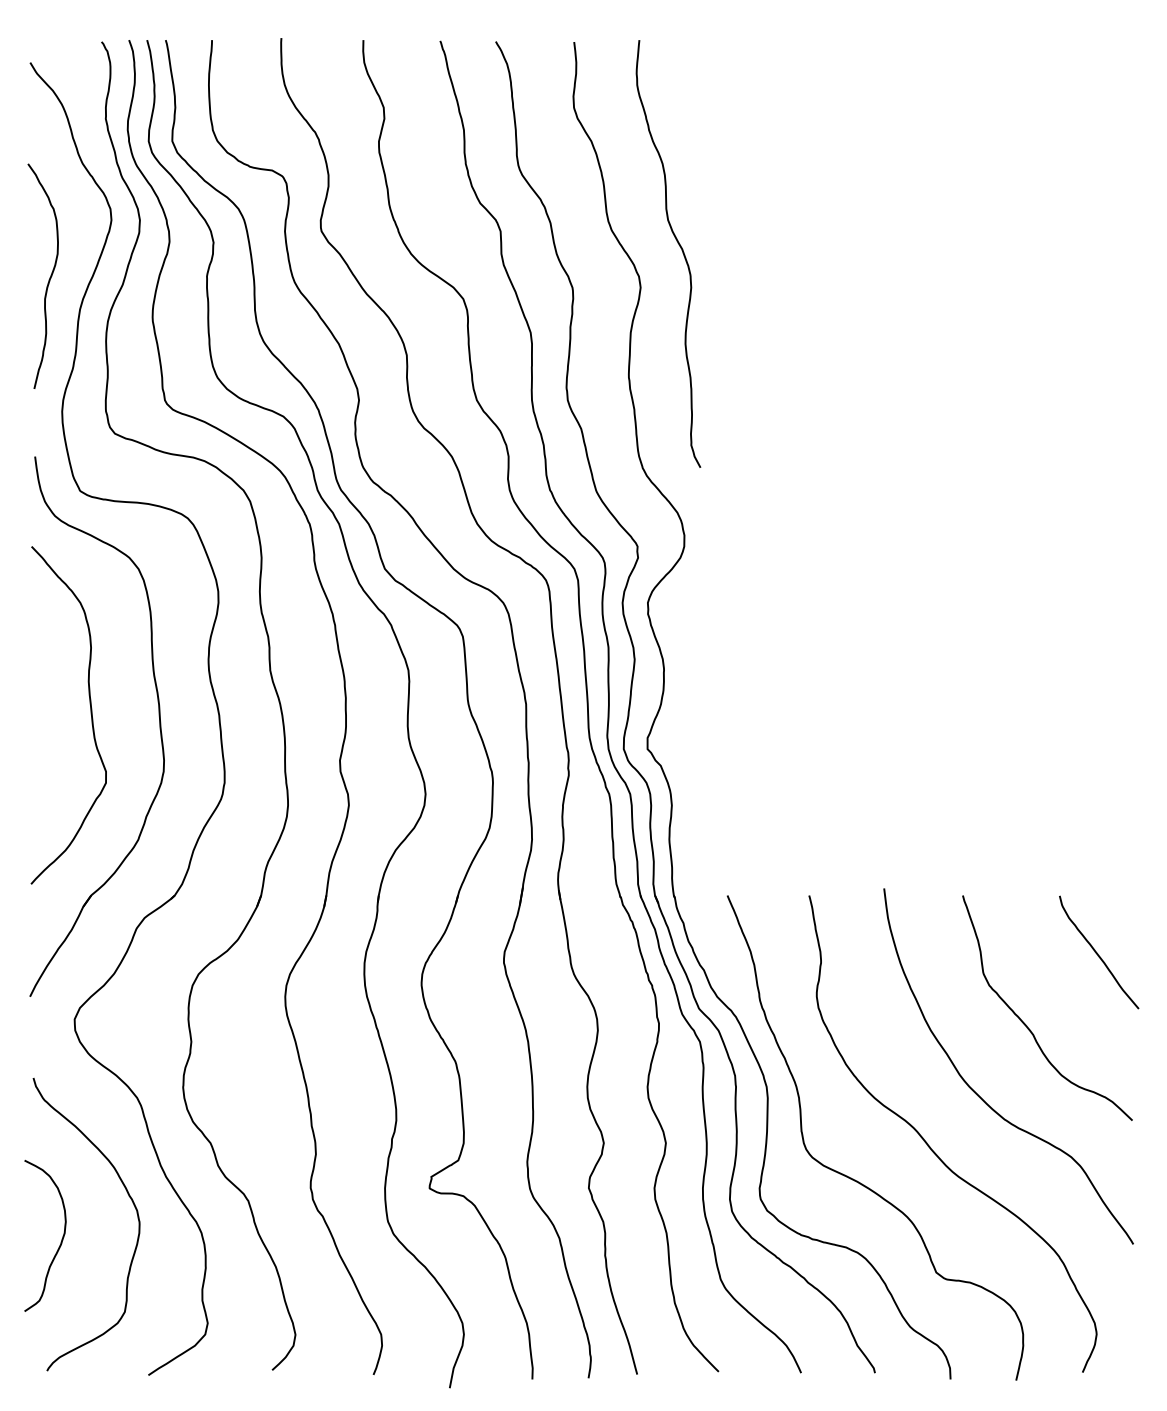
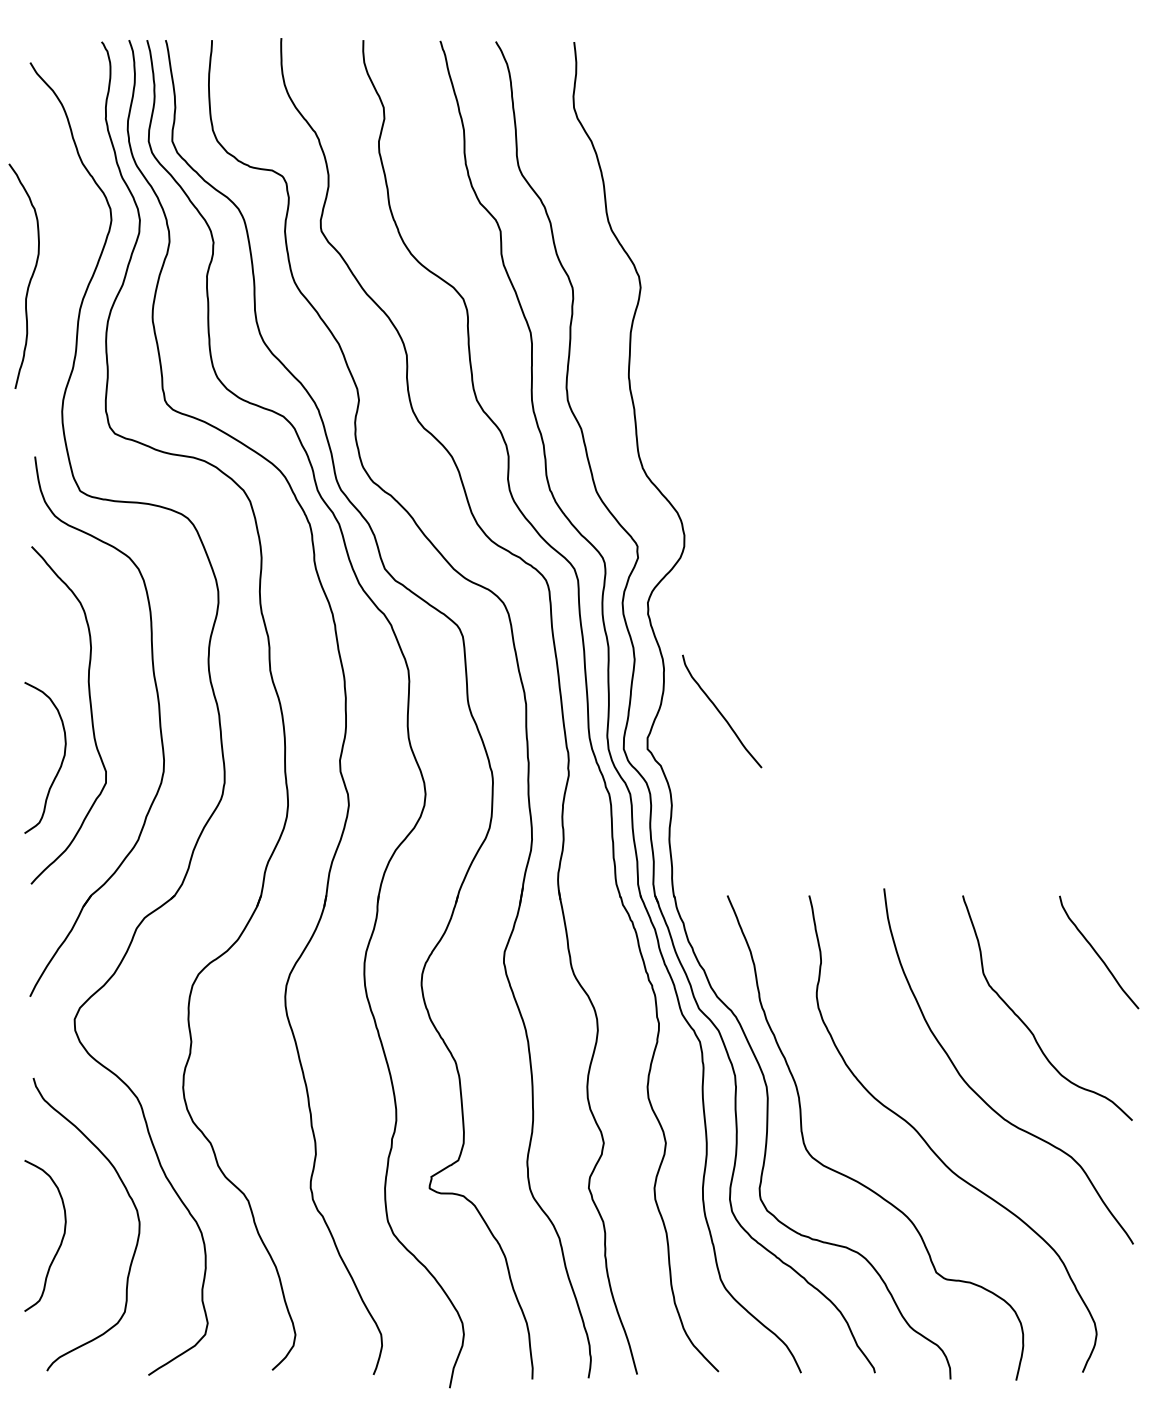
curve at (680, 248): present -> none
curve at (48, 279) position: (48, 279) -> (29, 279)
curve at (721, 712): none -> present
curve at (61, 761): none -> present
